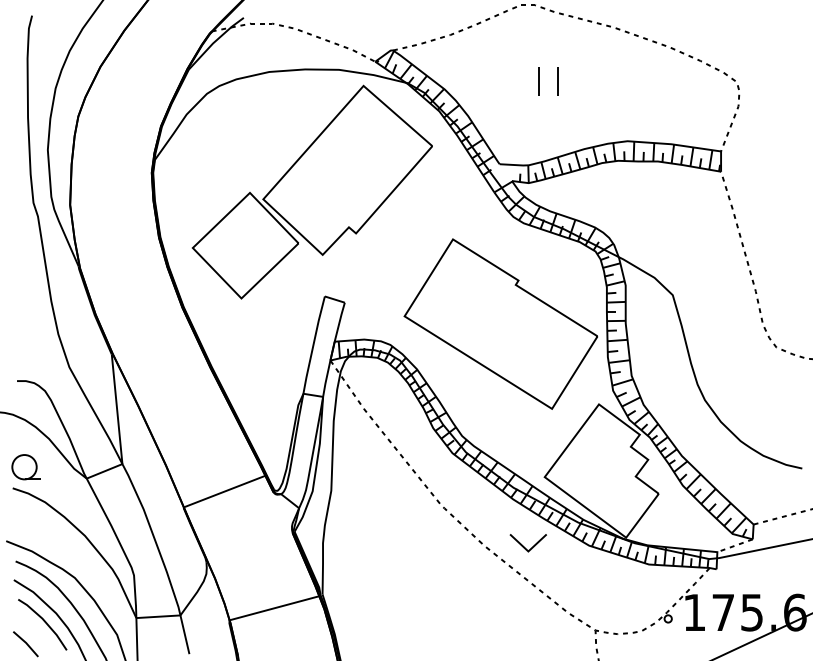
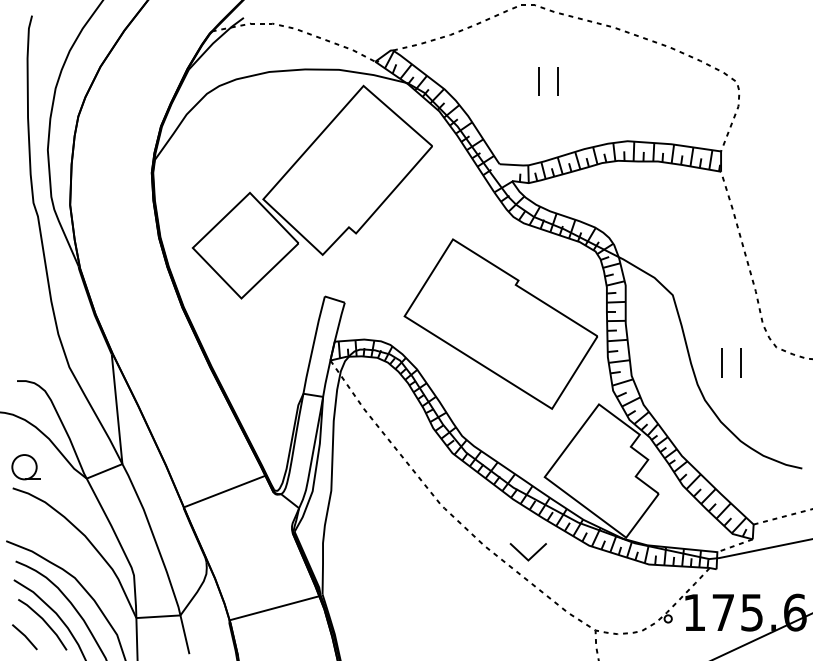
part at (722, 362): none -> present
part at (527, 543) position: (527, 543) -> (527, 552)
line at (25, 643) position: (25, 643) -> (24, 636)
